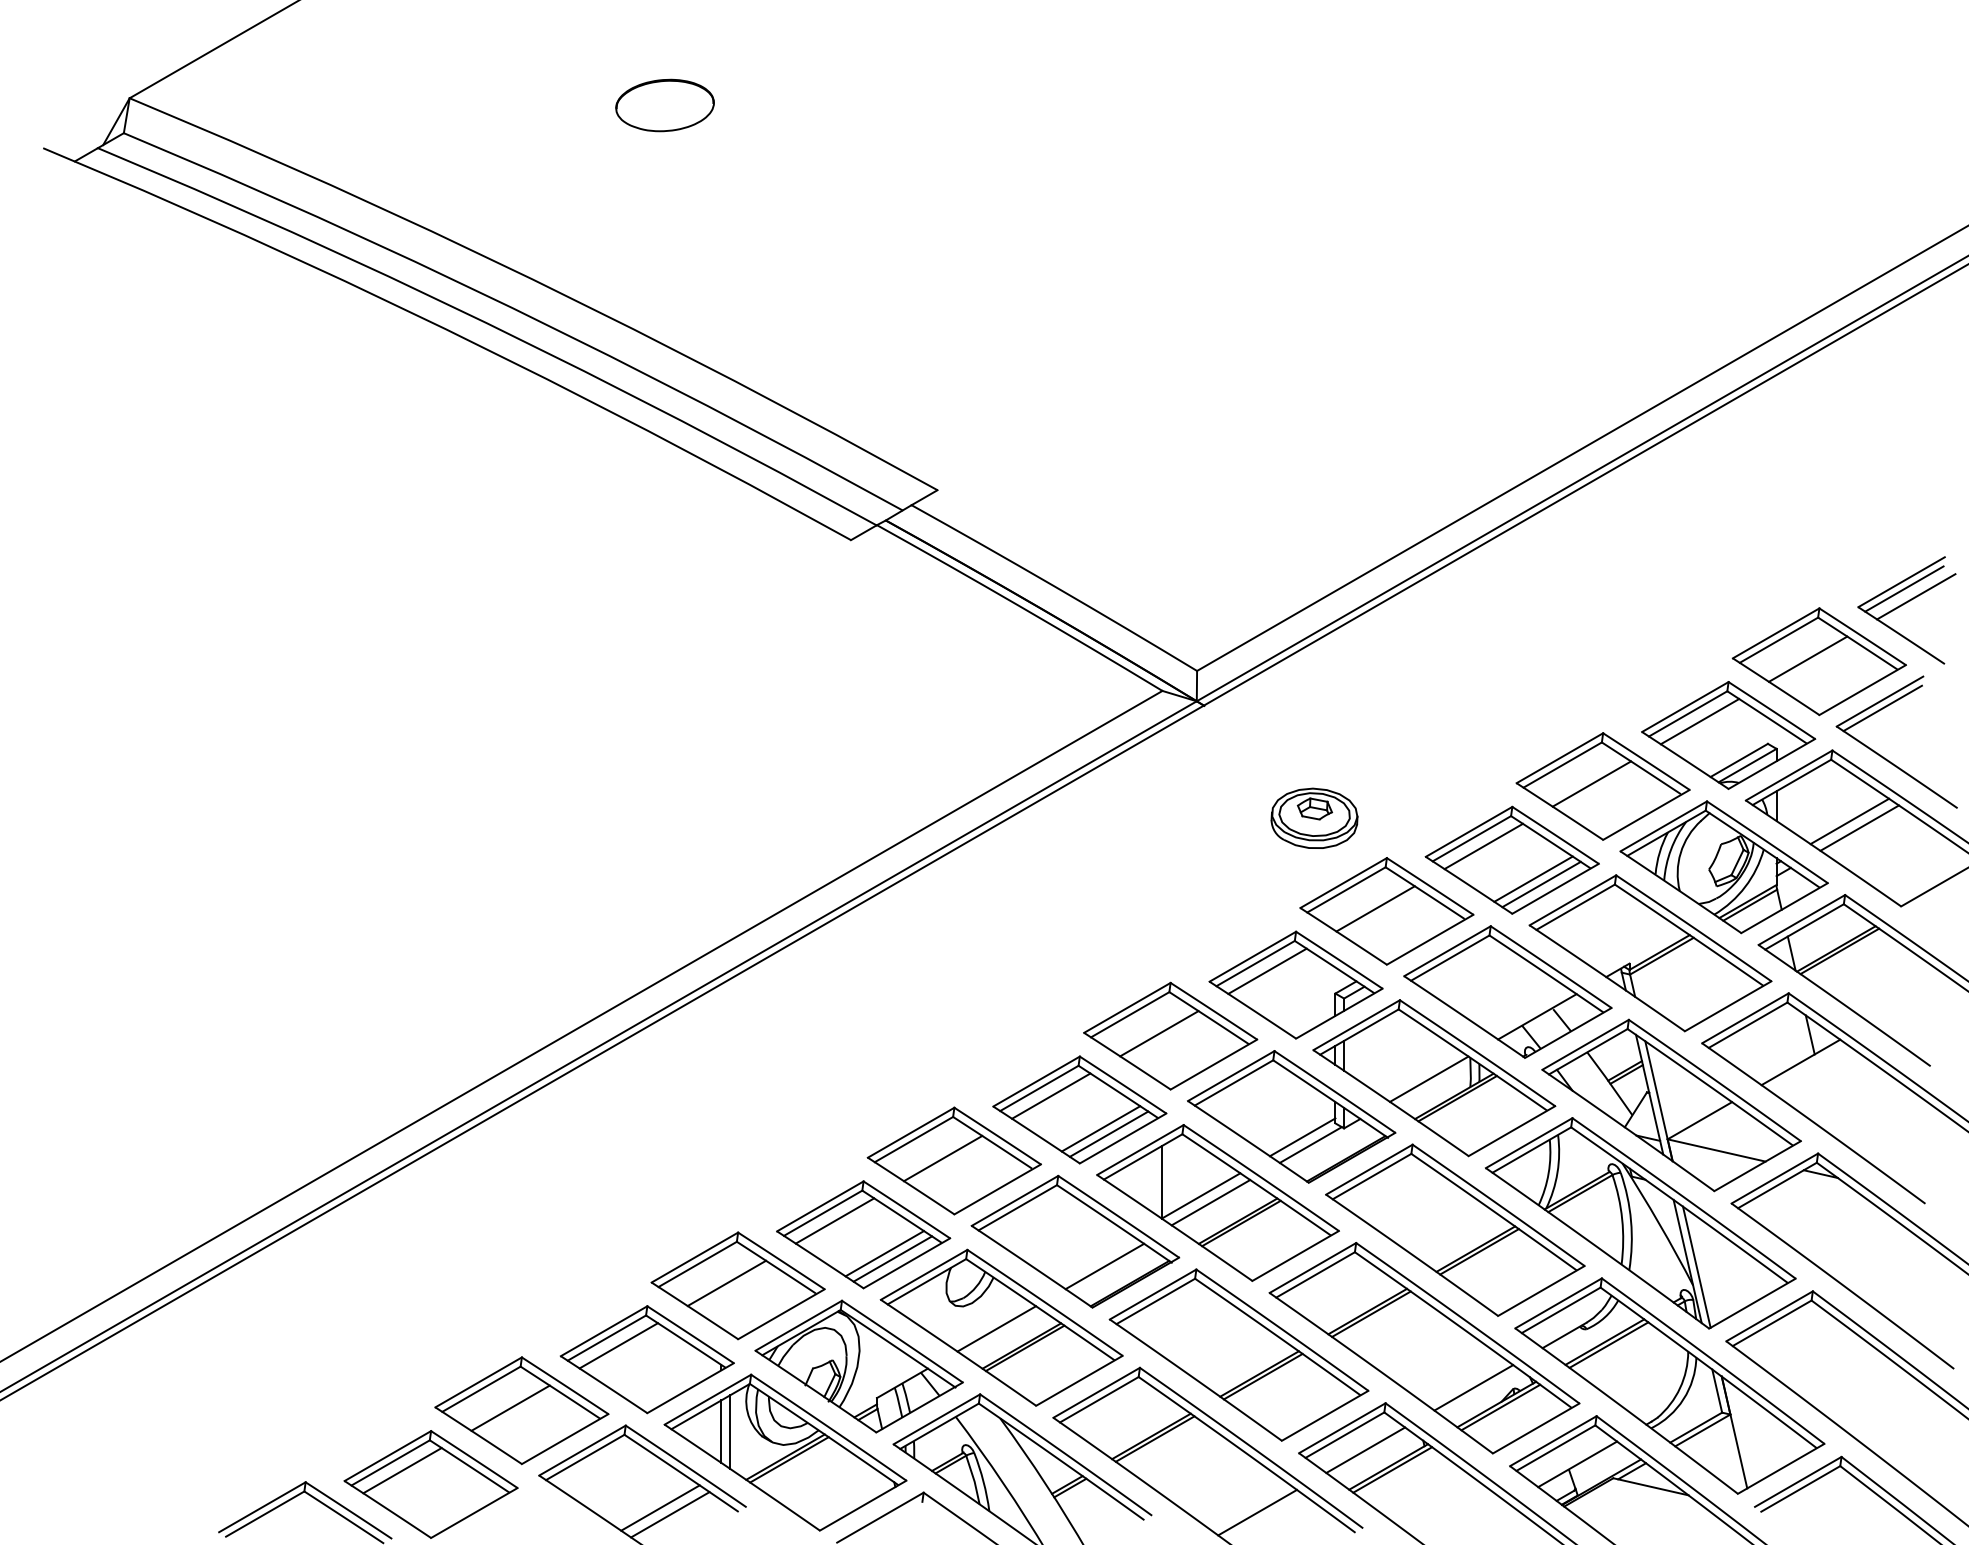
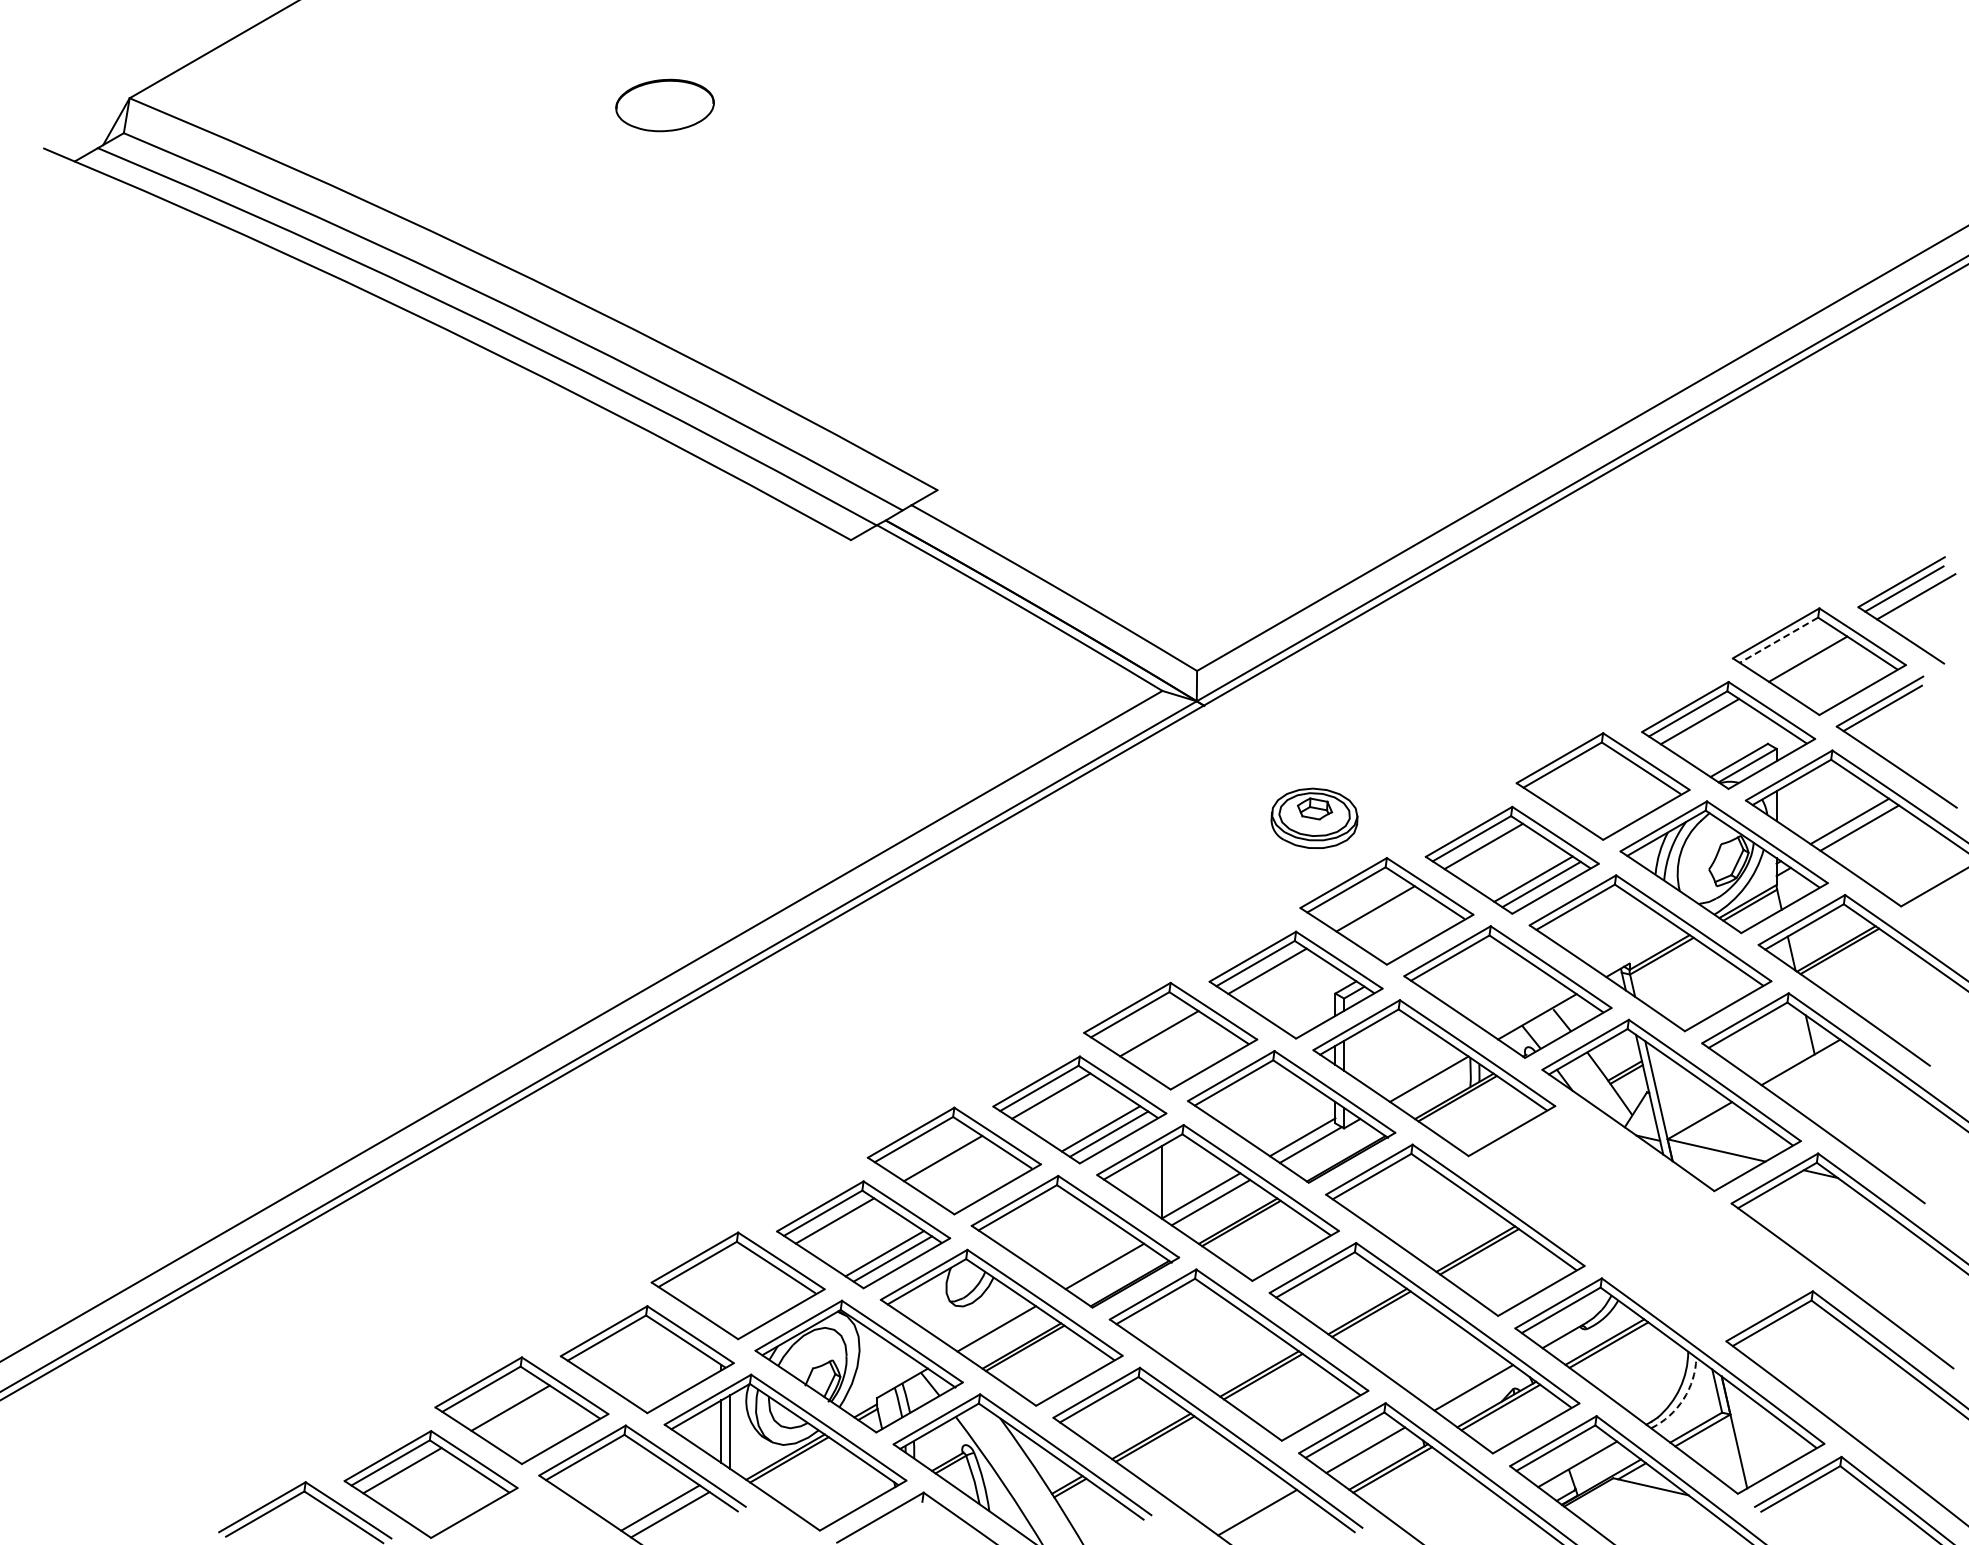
line at (1778, 640): solid -> dashed
line at (1591, 783): present -> none
part at (1640, 1223): present -> none
line at (726, 1283): present -> none
line at (618, 1345): present -> none
arc at (1683, 1399): solid -> dashed
